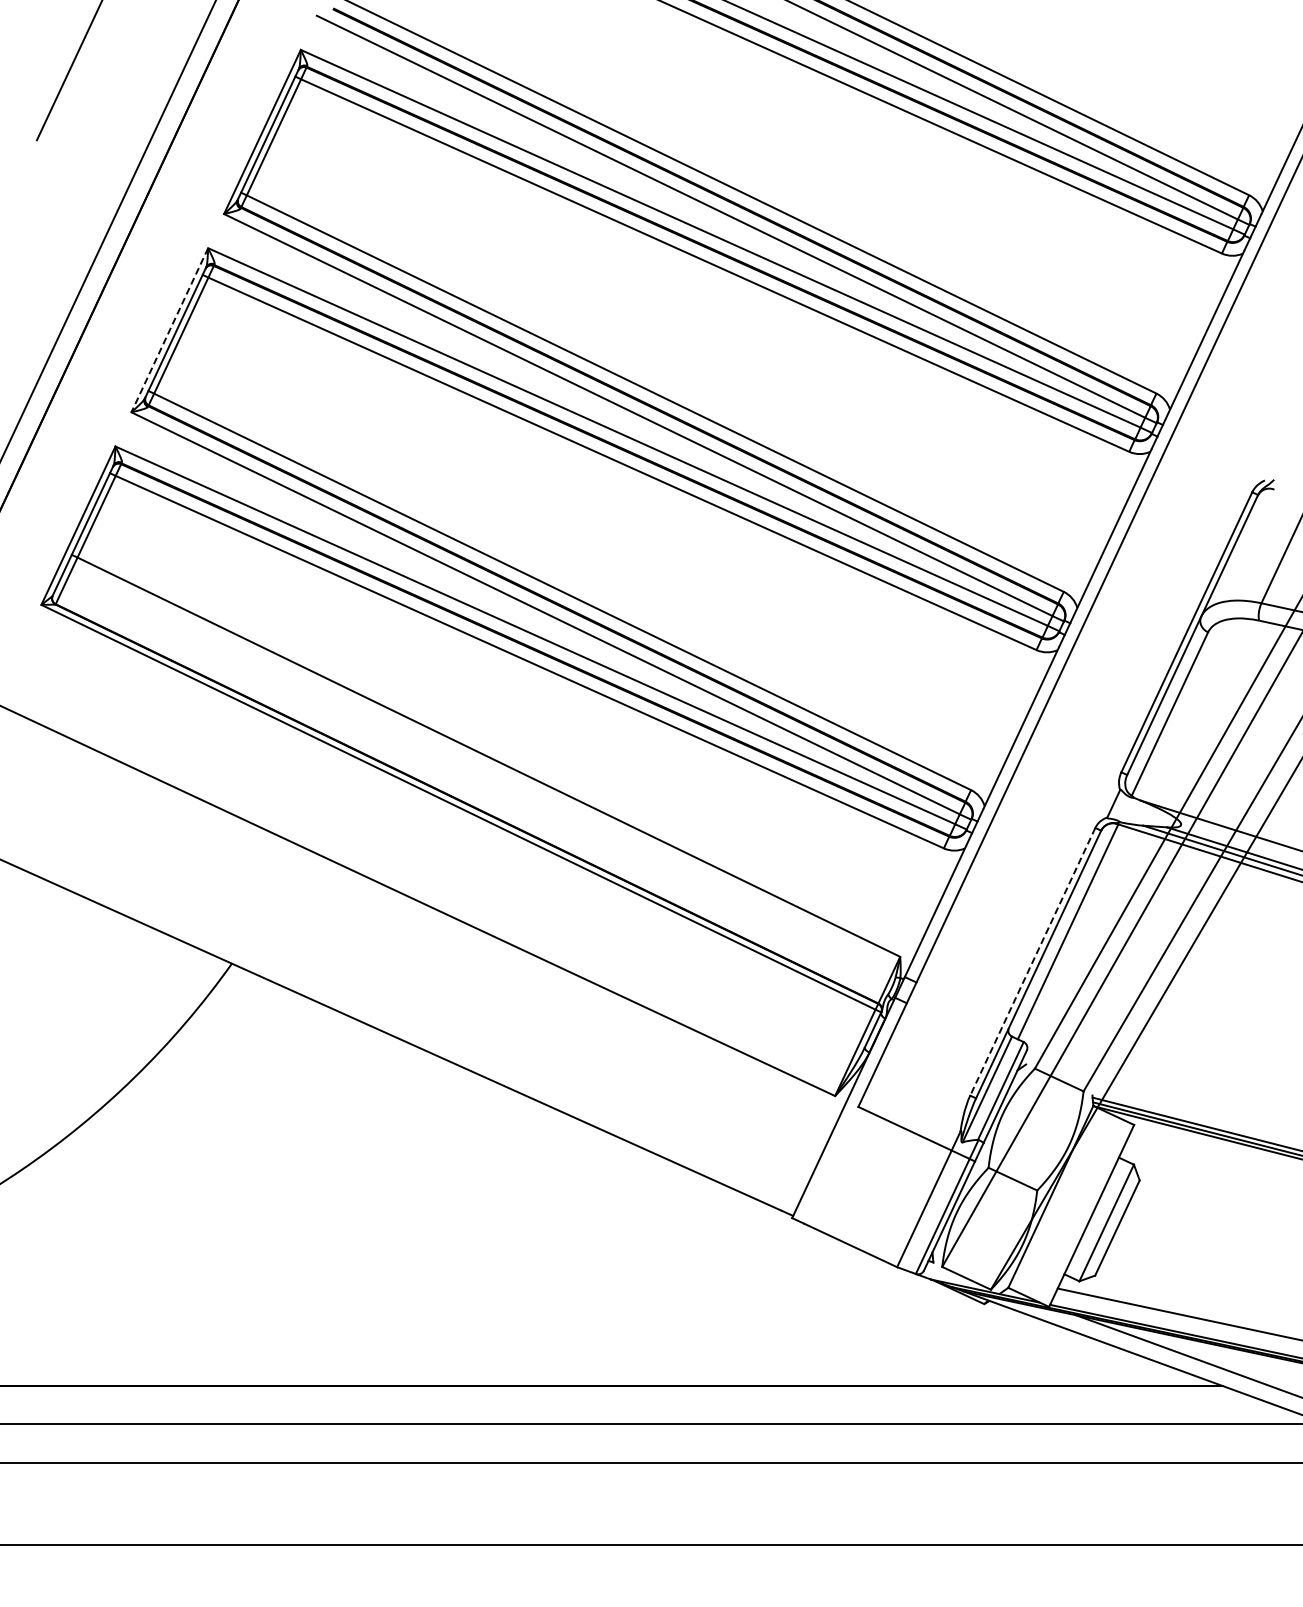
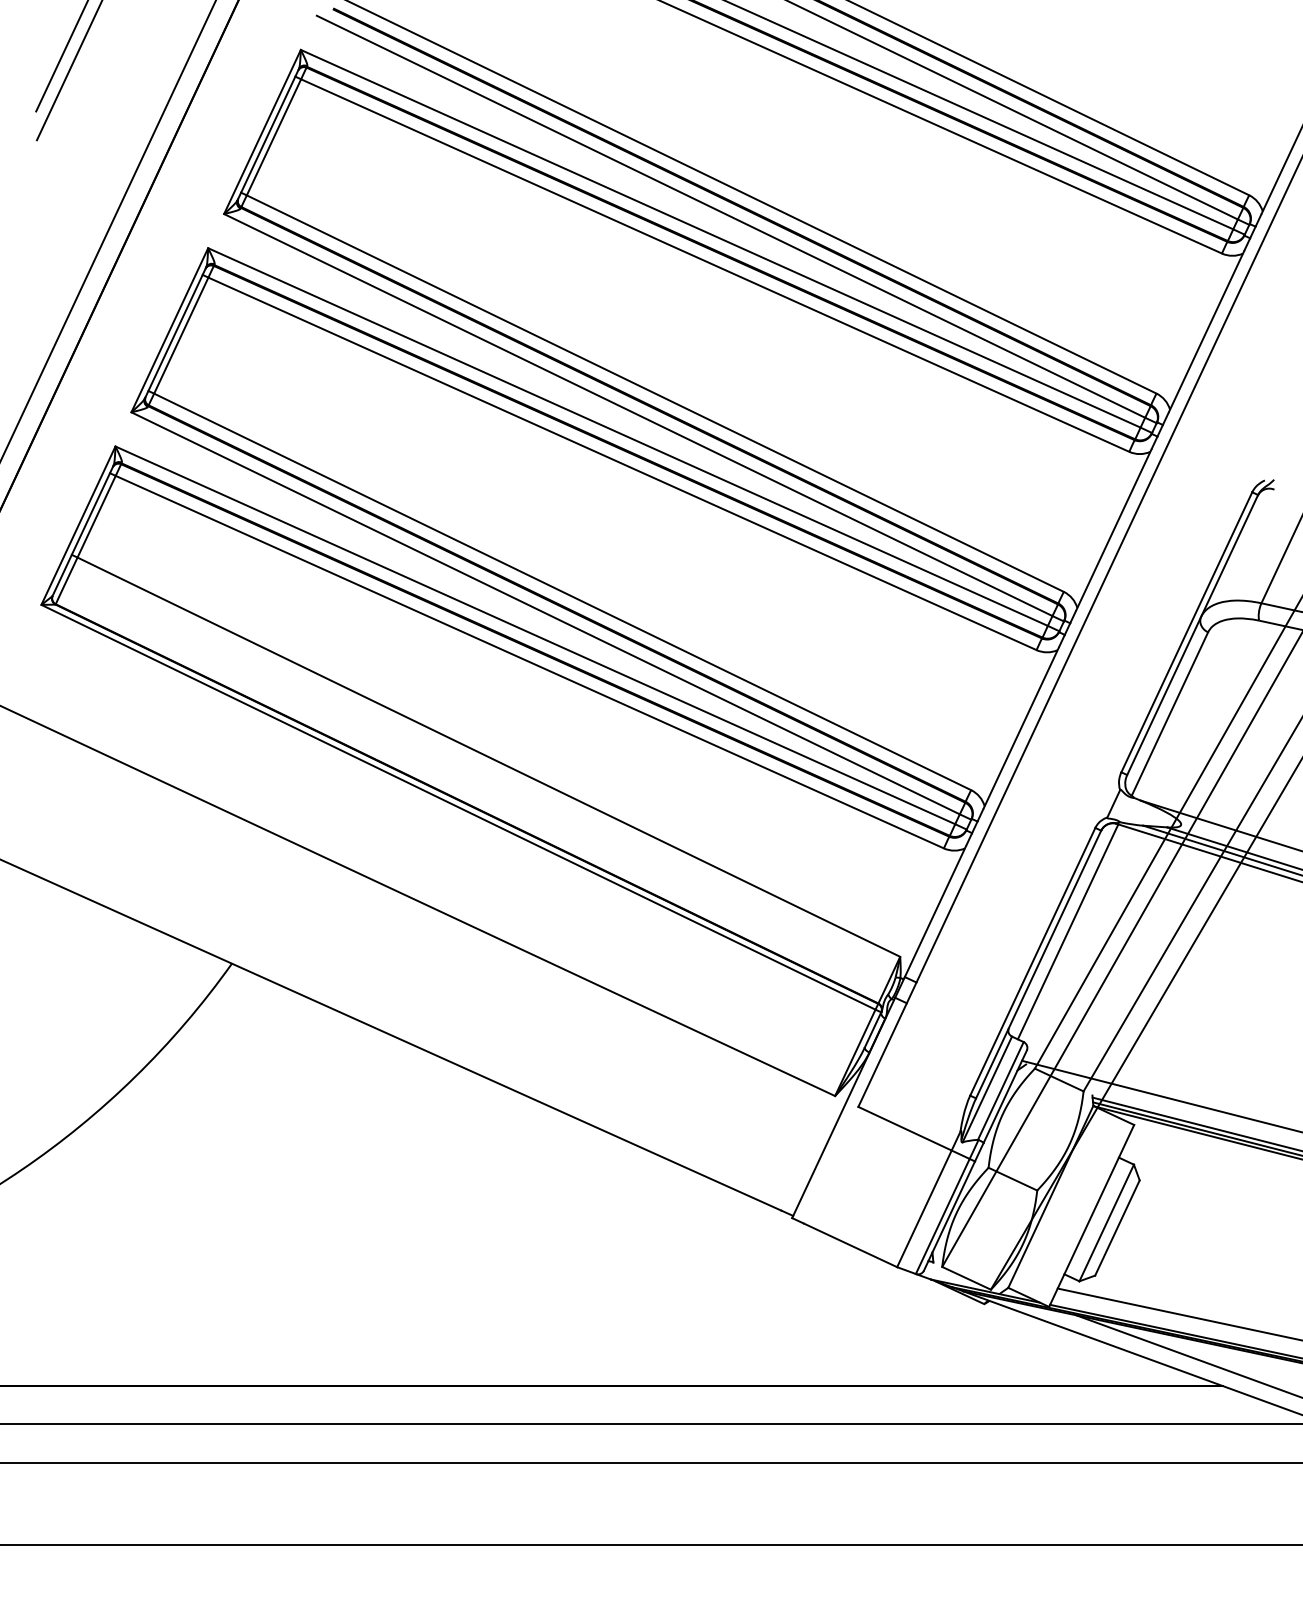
line at (61, 56): none -> present
line at (169, 330): dashed -> solid
line at (1032, 961): dashed -> solid
line at (1160, 1095): none -> present
